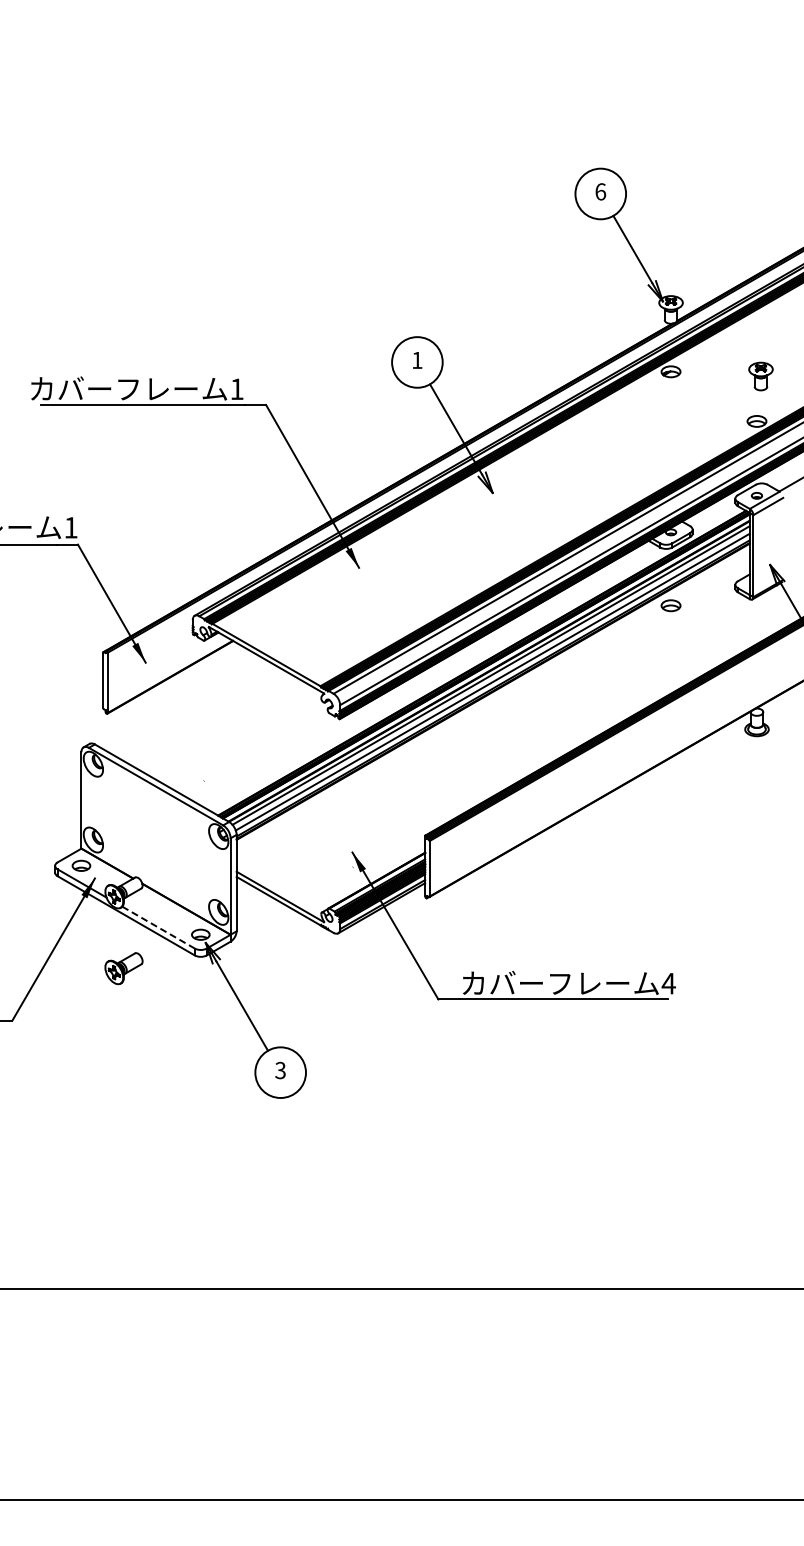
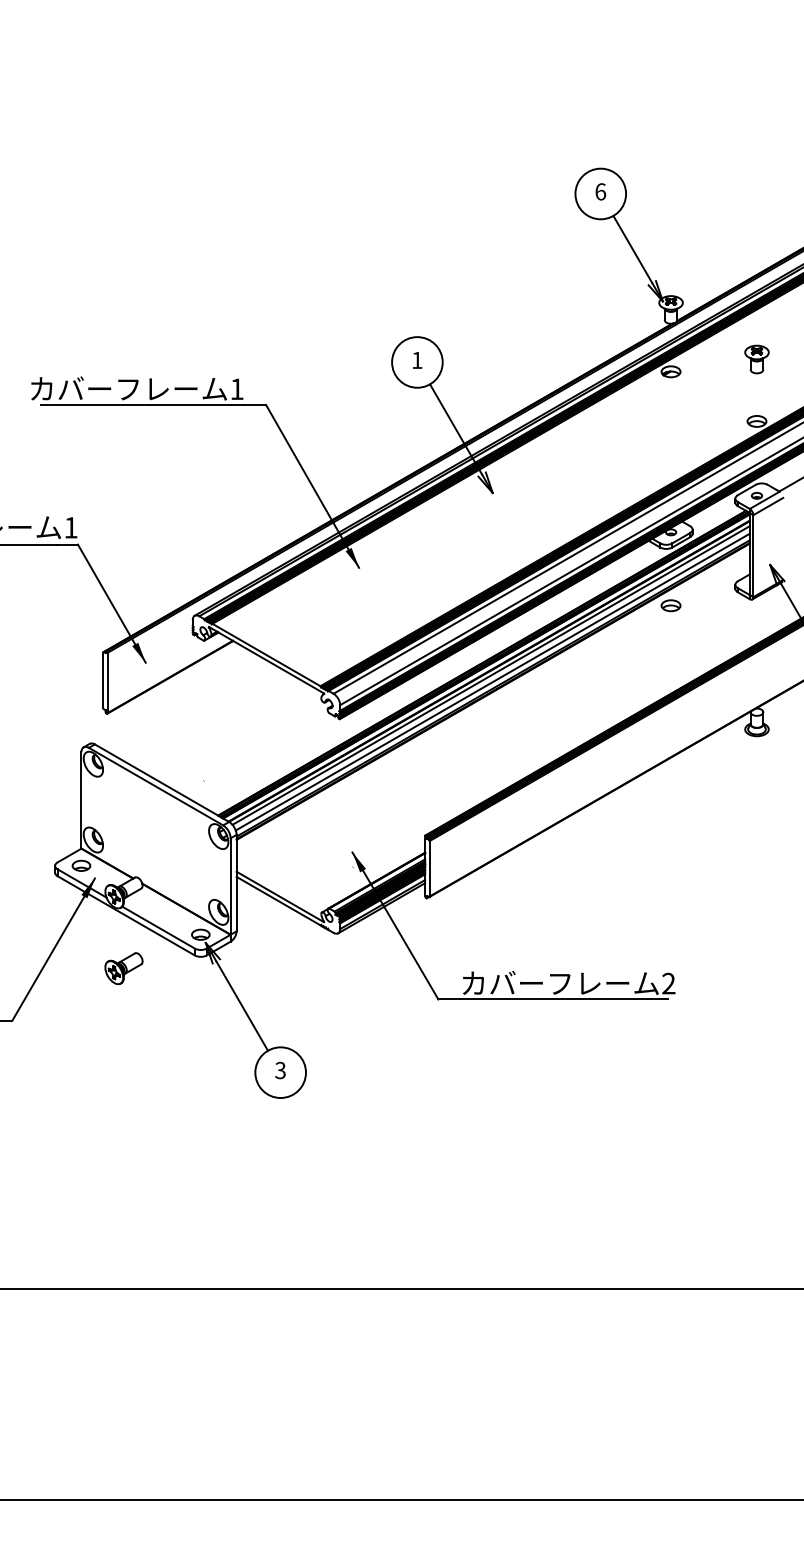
part at (760, 376) position: (760, 376) -> (756, 359)
line at (158, 927): dashed -> solid
text at (668, 983): 4 -> 2
